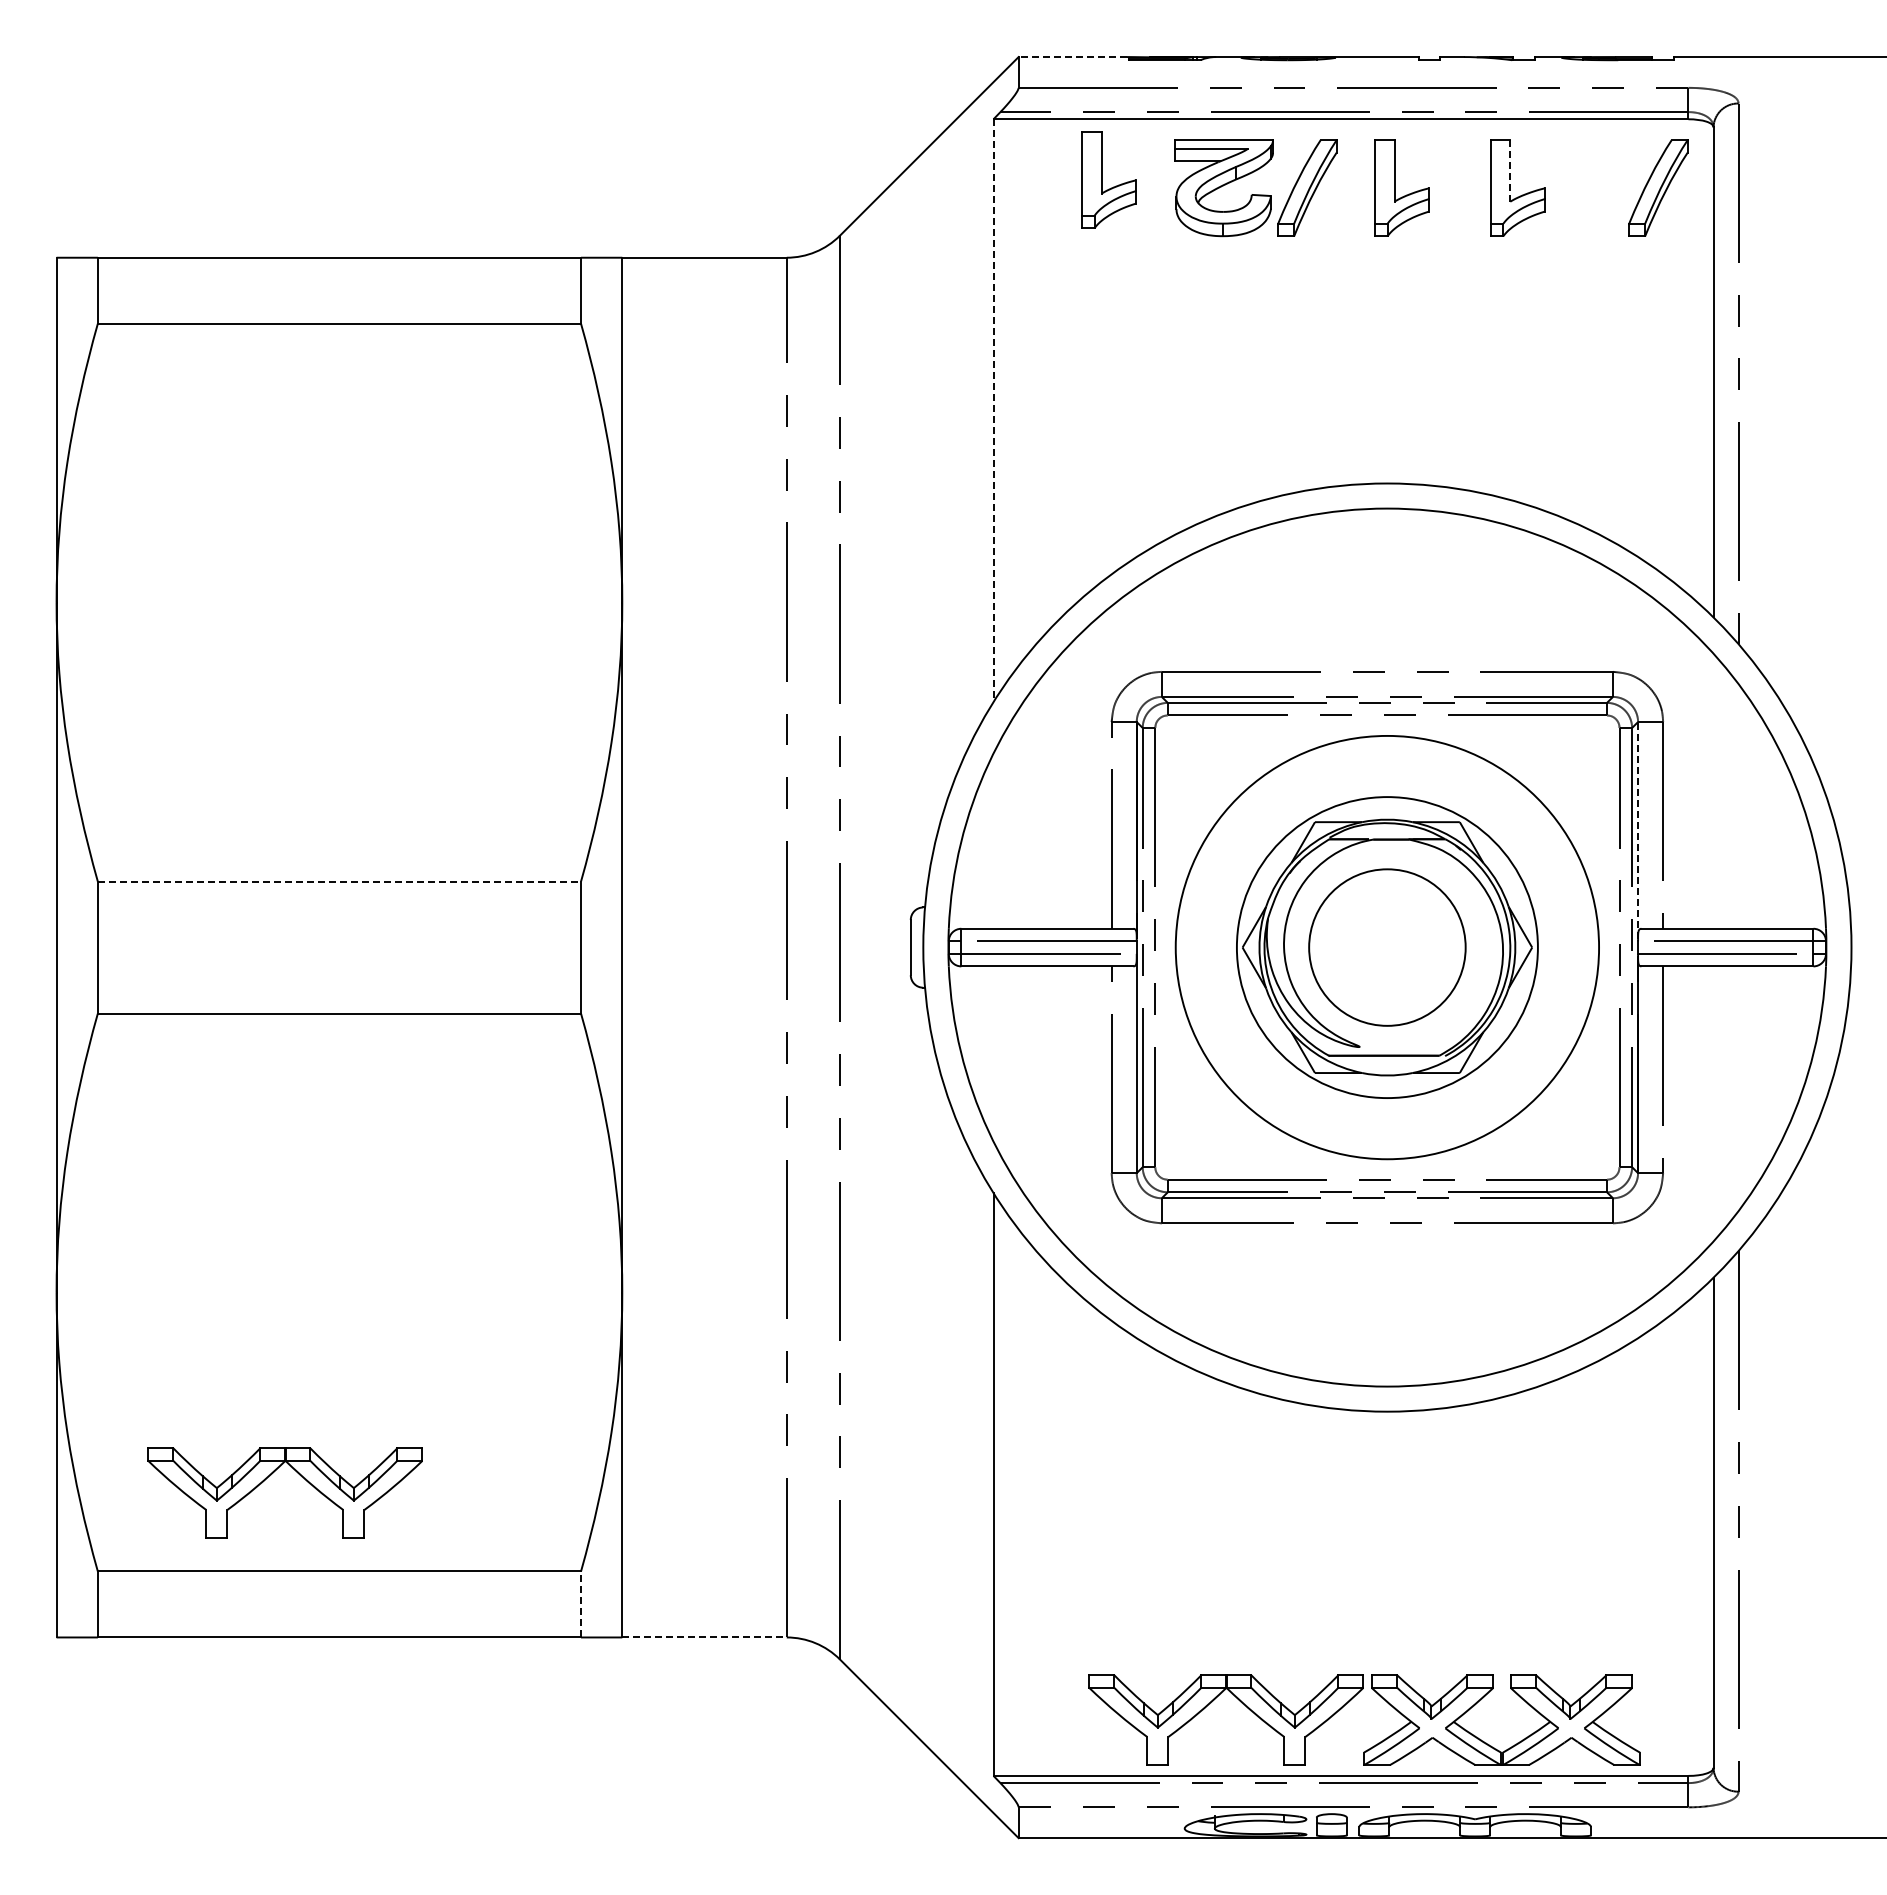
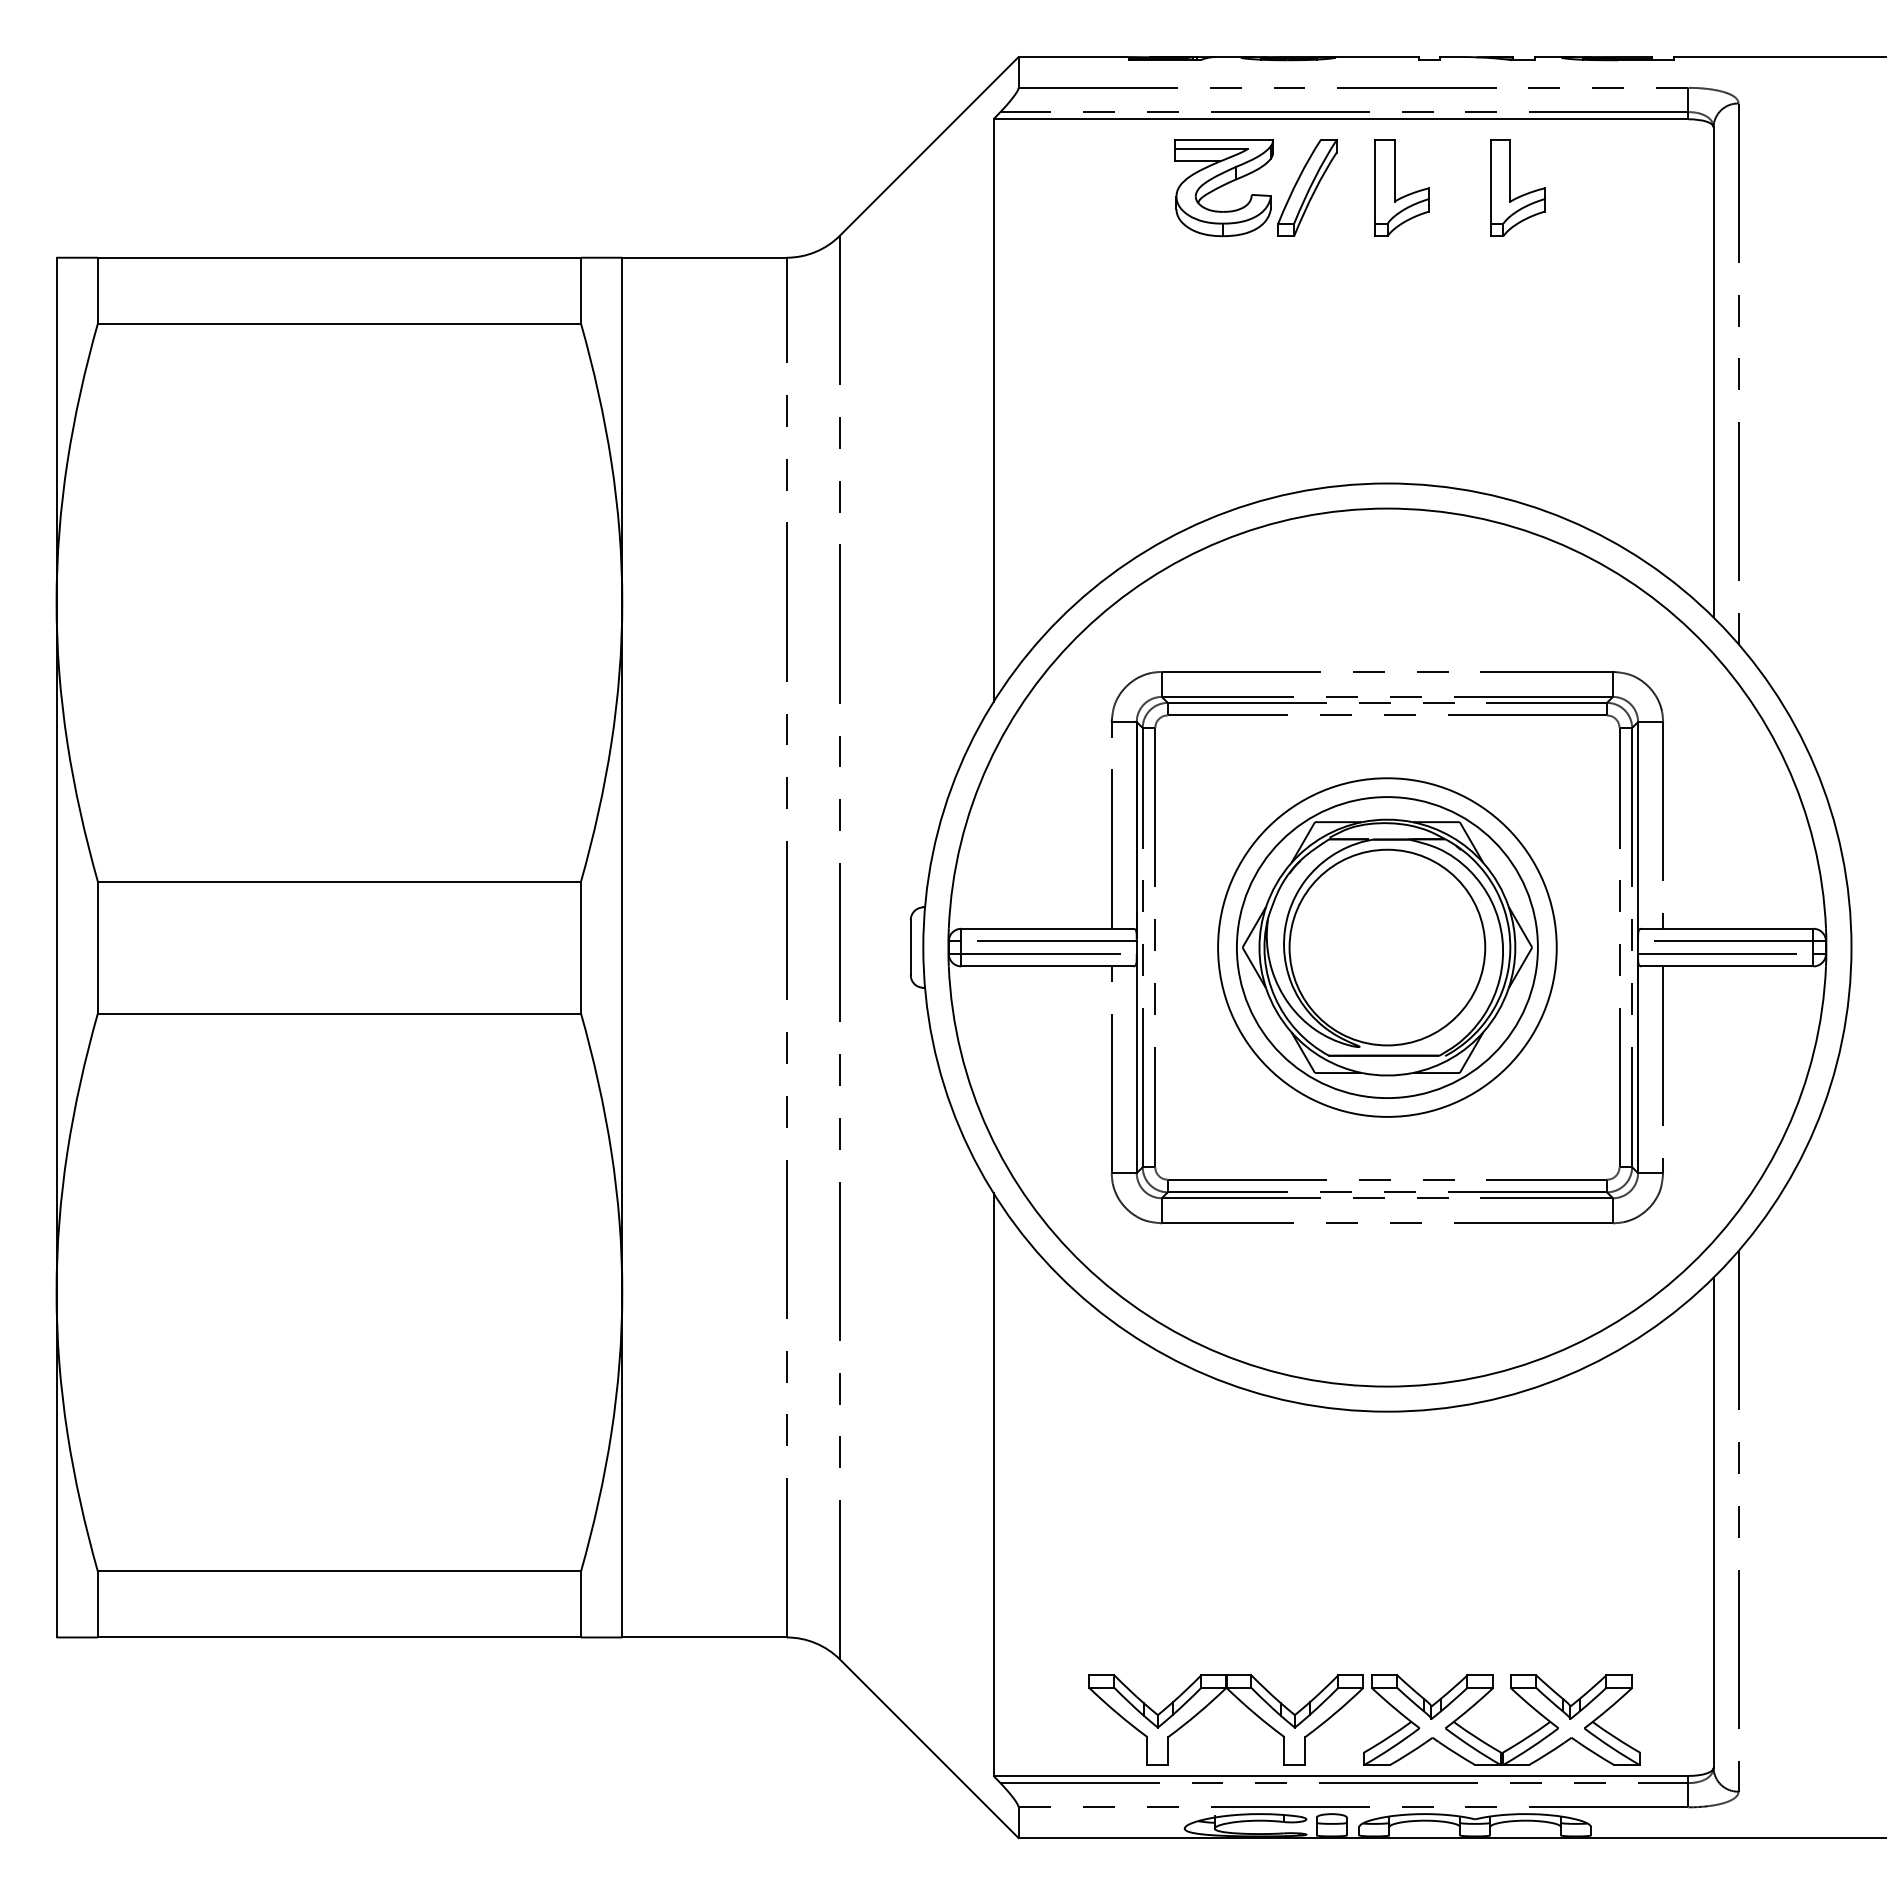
line at (1072, 57): dashed -> solid
line at (1510, 170): dashed -> solid
part at (1108, 179): present -> none
part at (1658, 187): present -> none
line at (993, 411): dashed -> solid
line at (1638, 830): dashed -> solid
line at (339, 881): dashed -> solid
circle at (1387, 947) diameter: 157 px -> 196 px
circle at (1387, 947) diameter: 423 px -> 339 px
part at (270, 1476): present -> none
line at (581, 1604): dashed -> solid
line at (705, 1637): dashed -> solid
